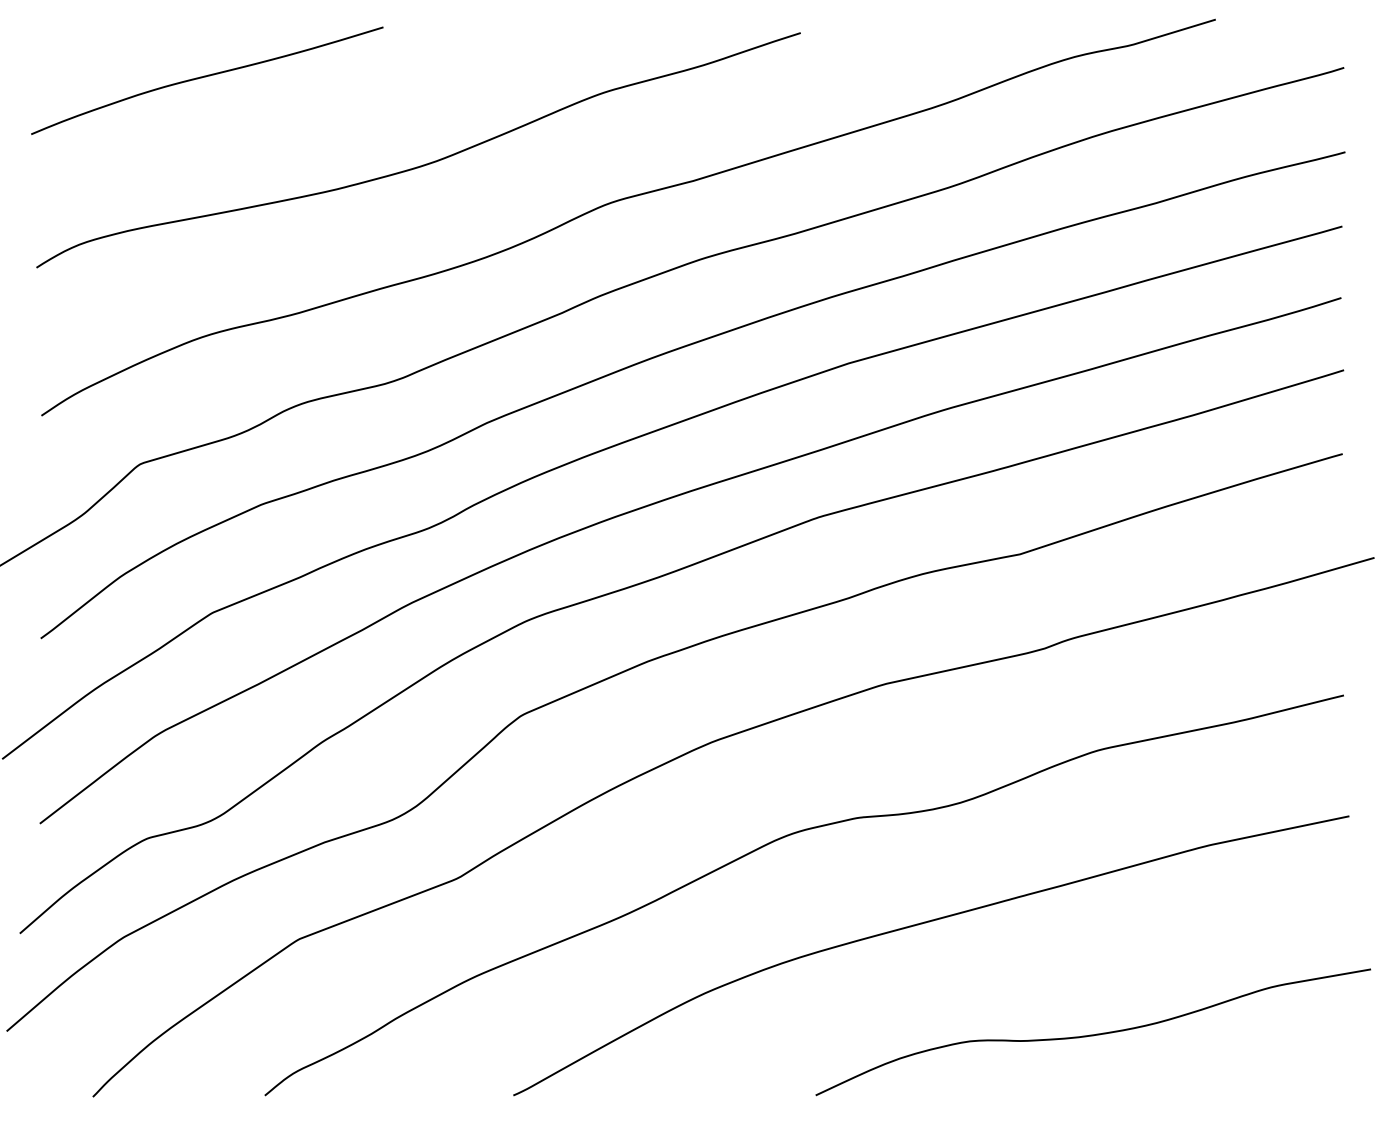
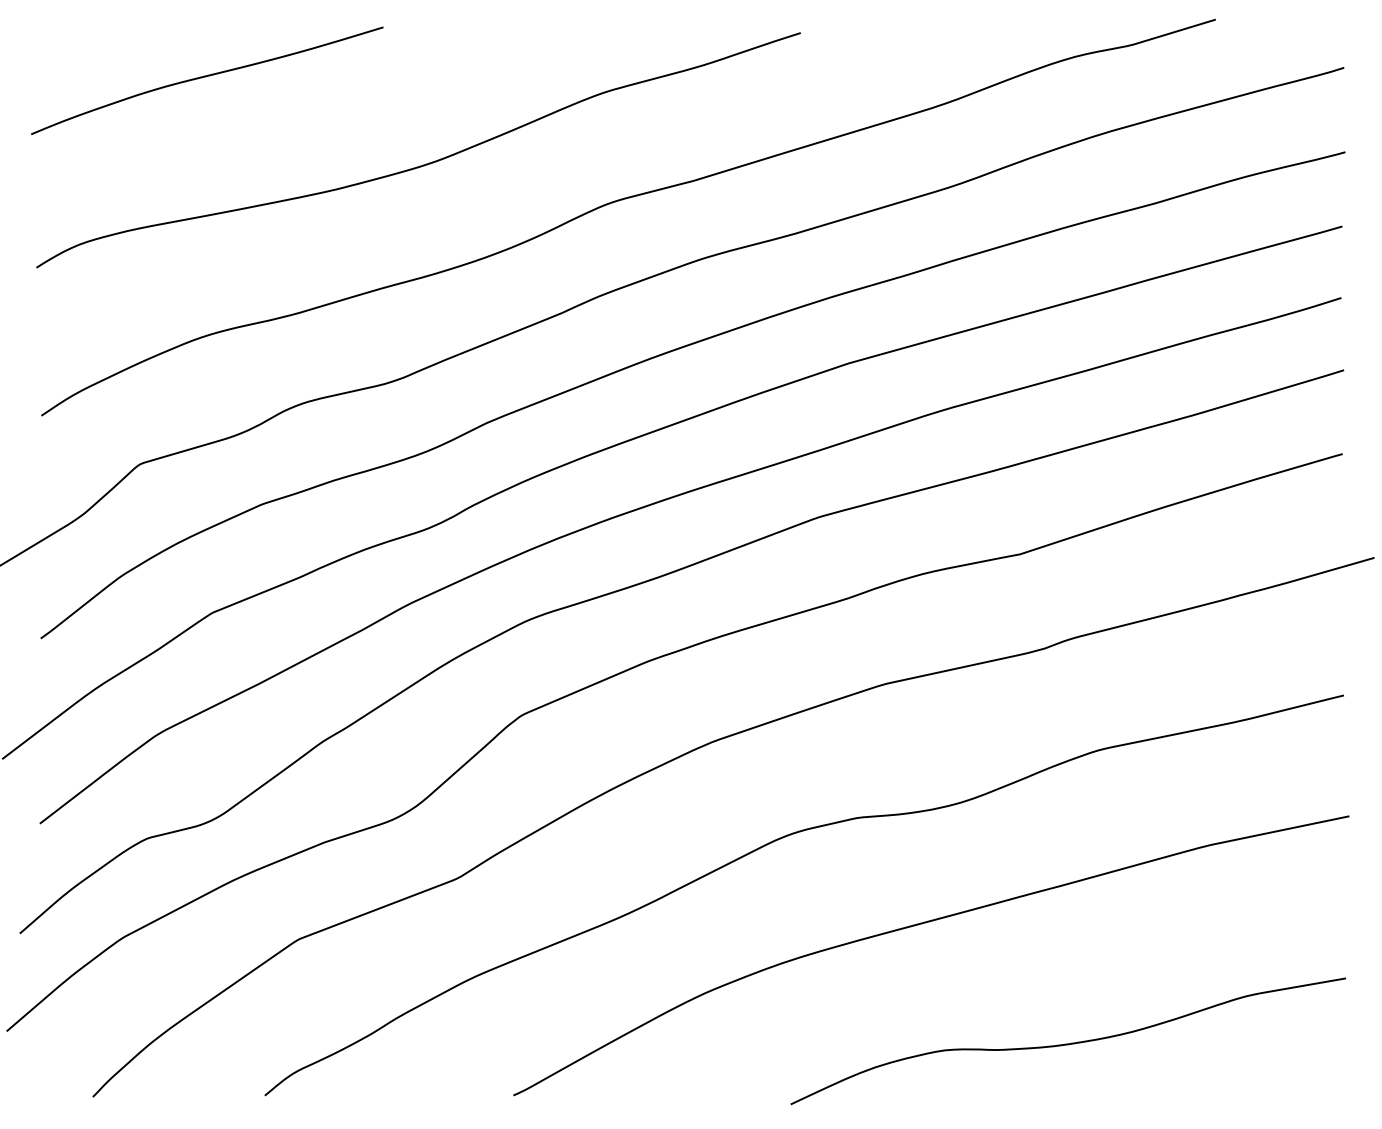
curve at (1092, 1034) position: (1092, 1034) -> (1067, 1043)
